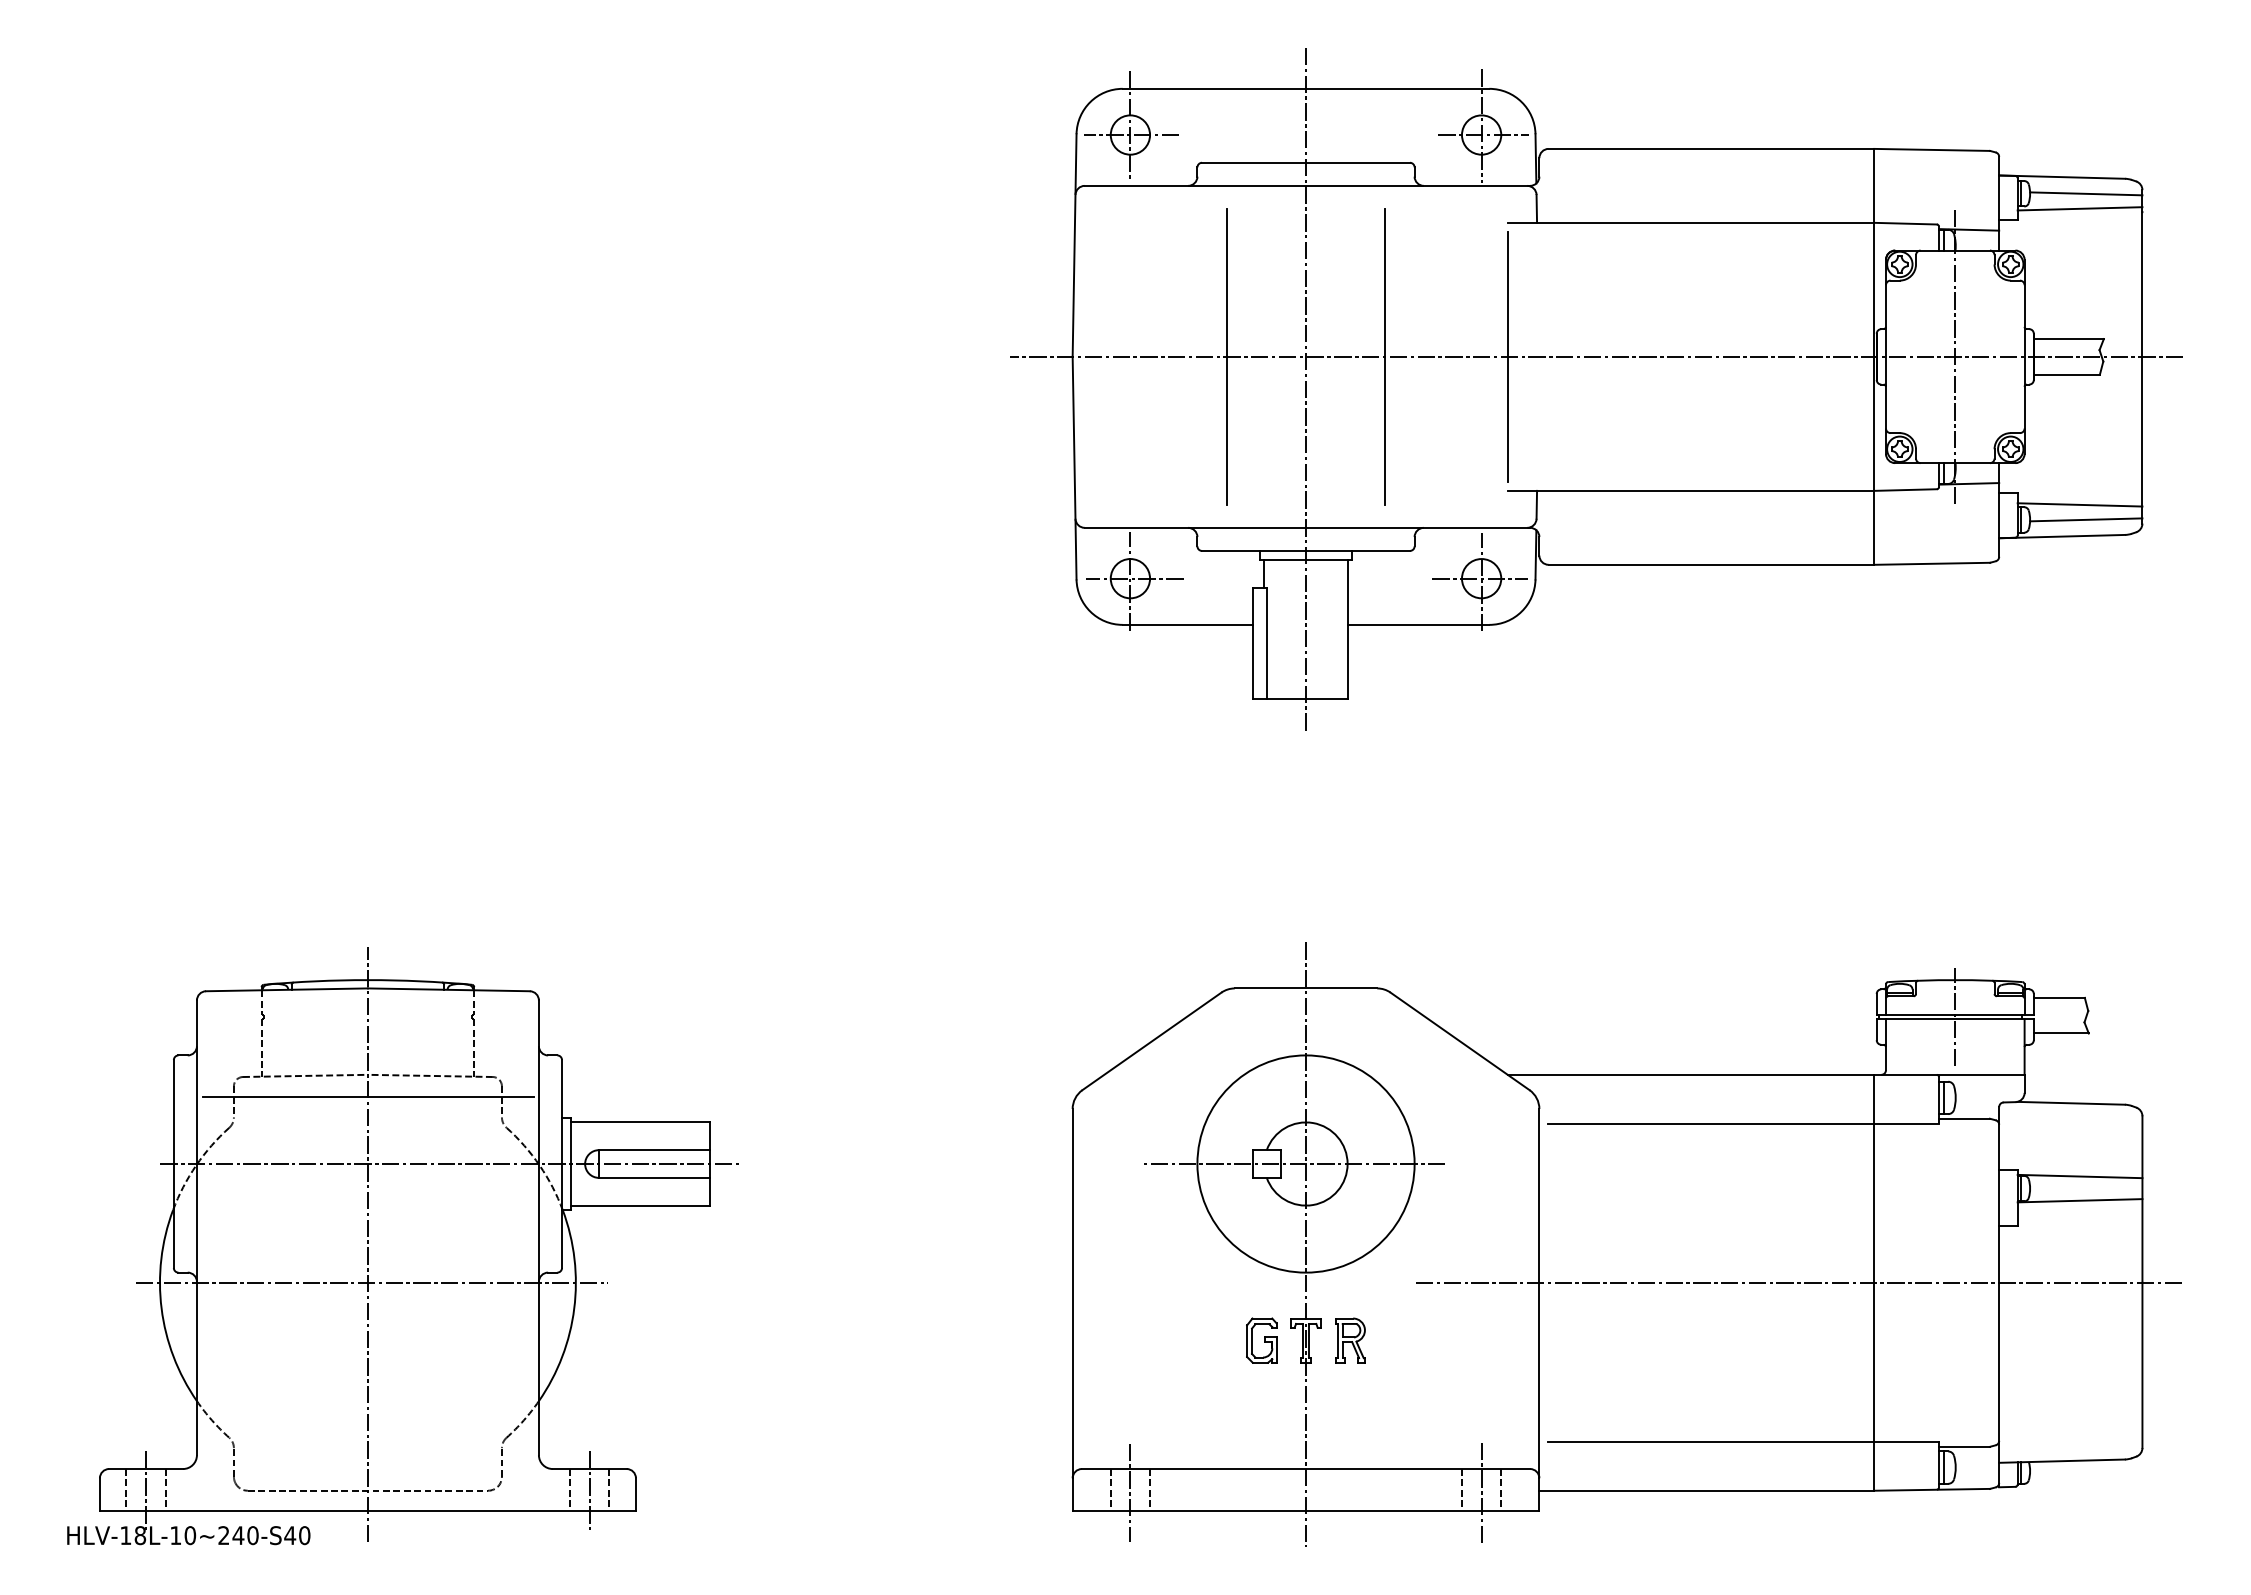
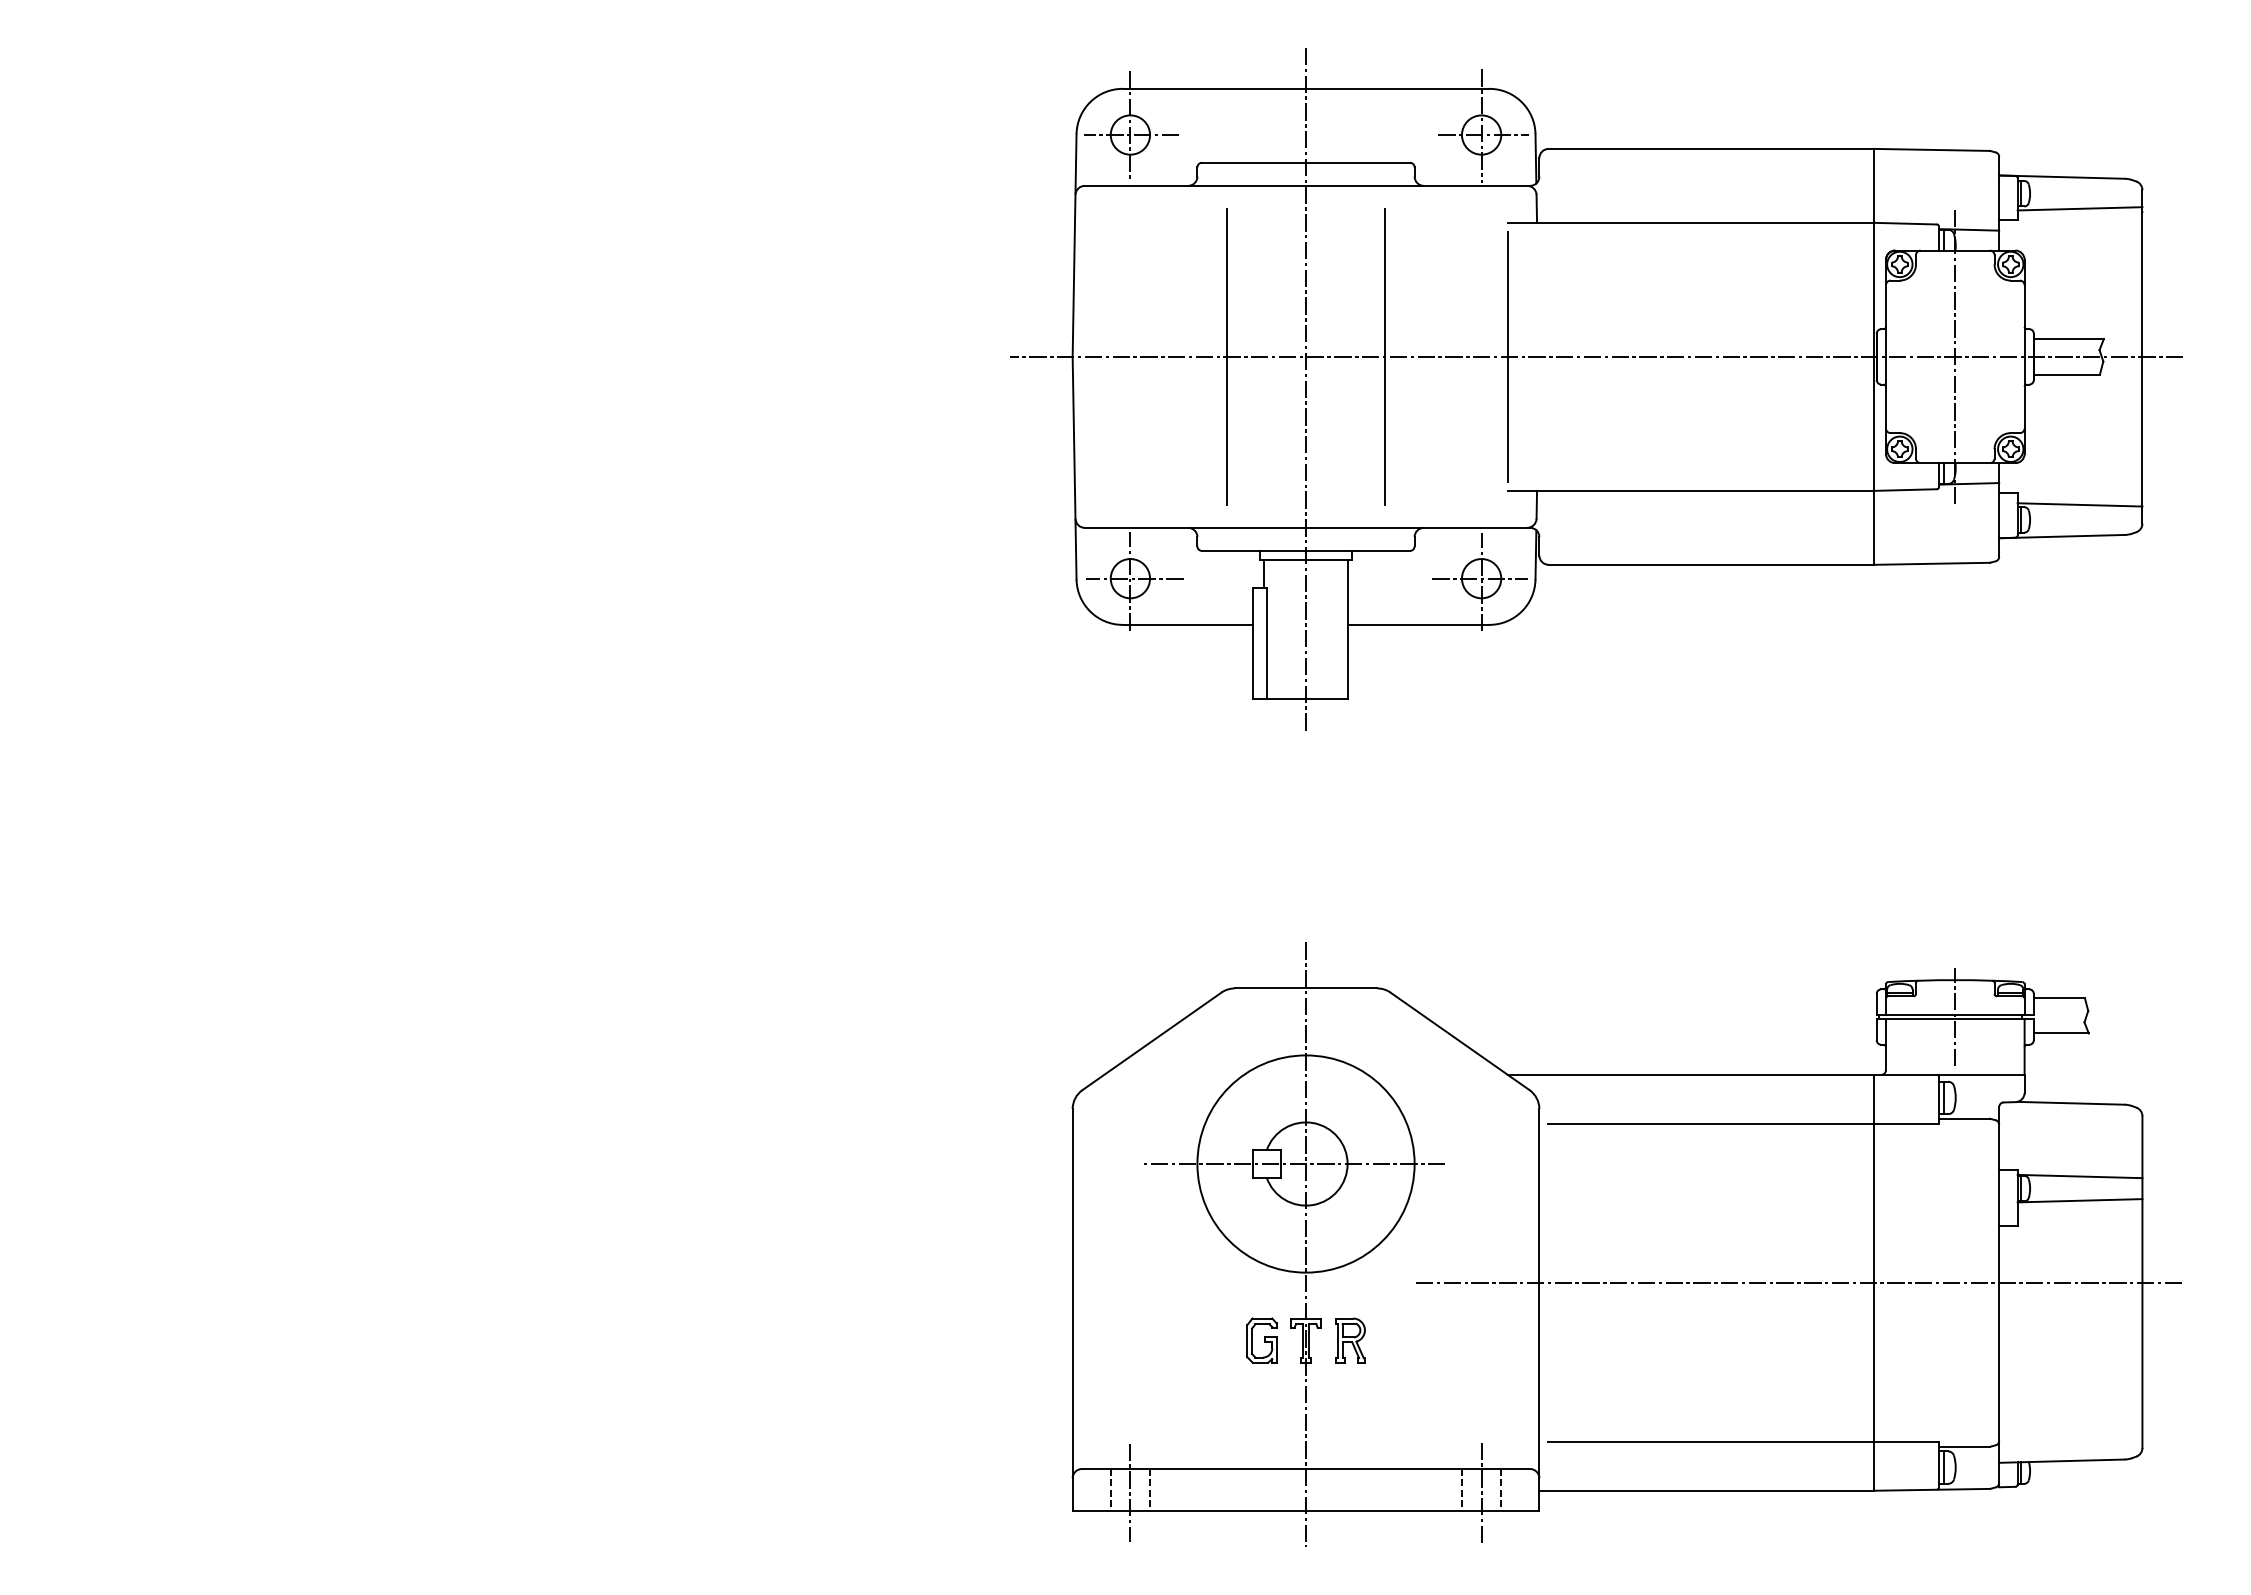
line at (2086, 193): present -> none
line at (2086, 519): present -> none
part at (402, 1246): present -> none
